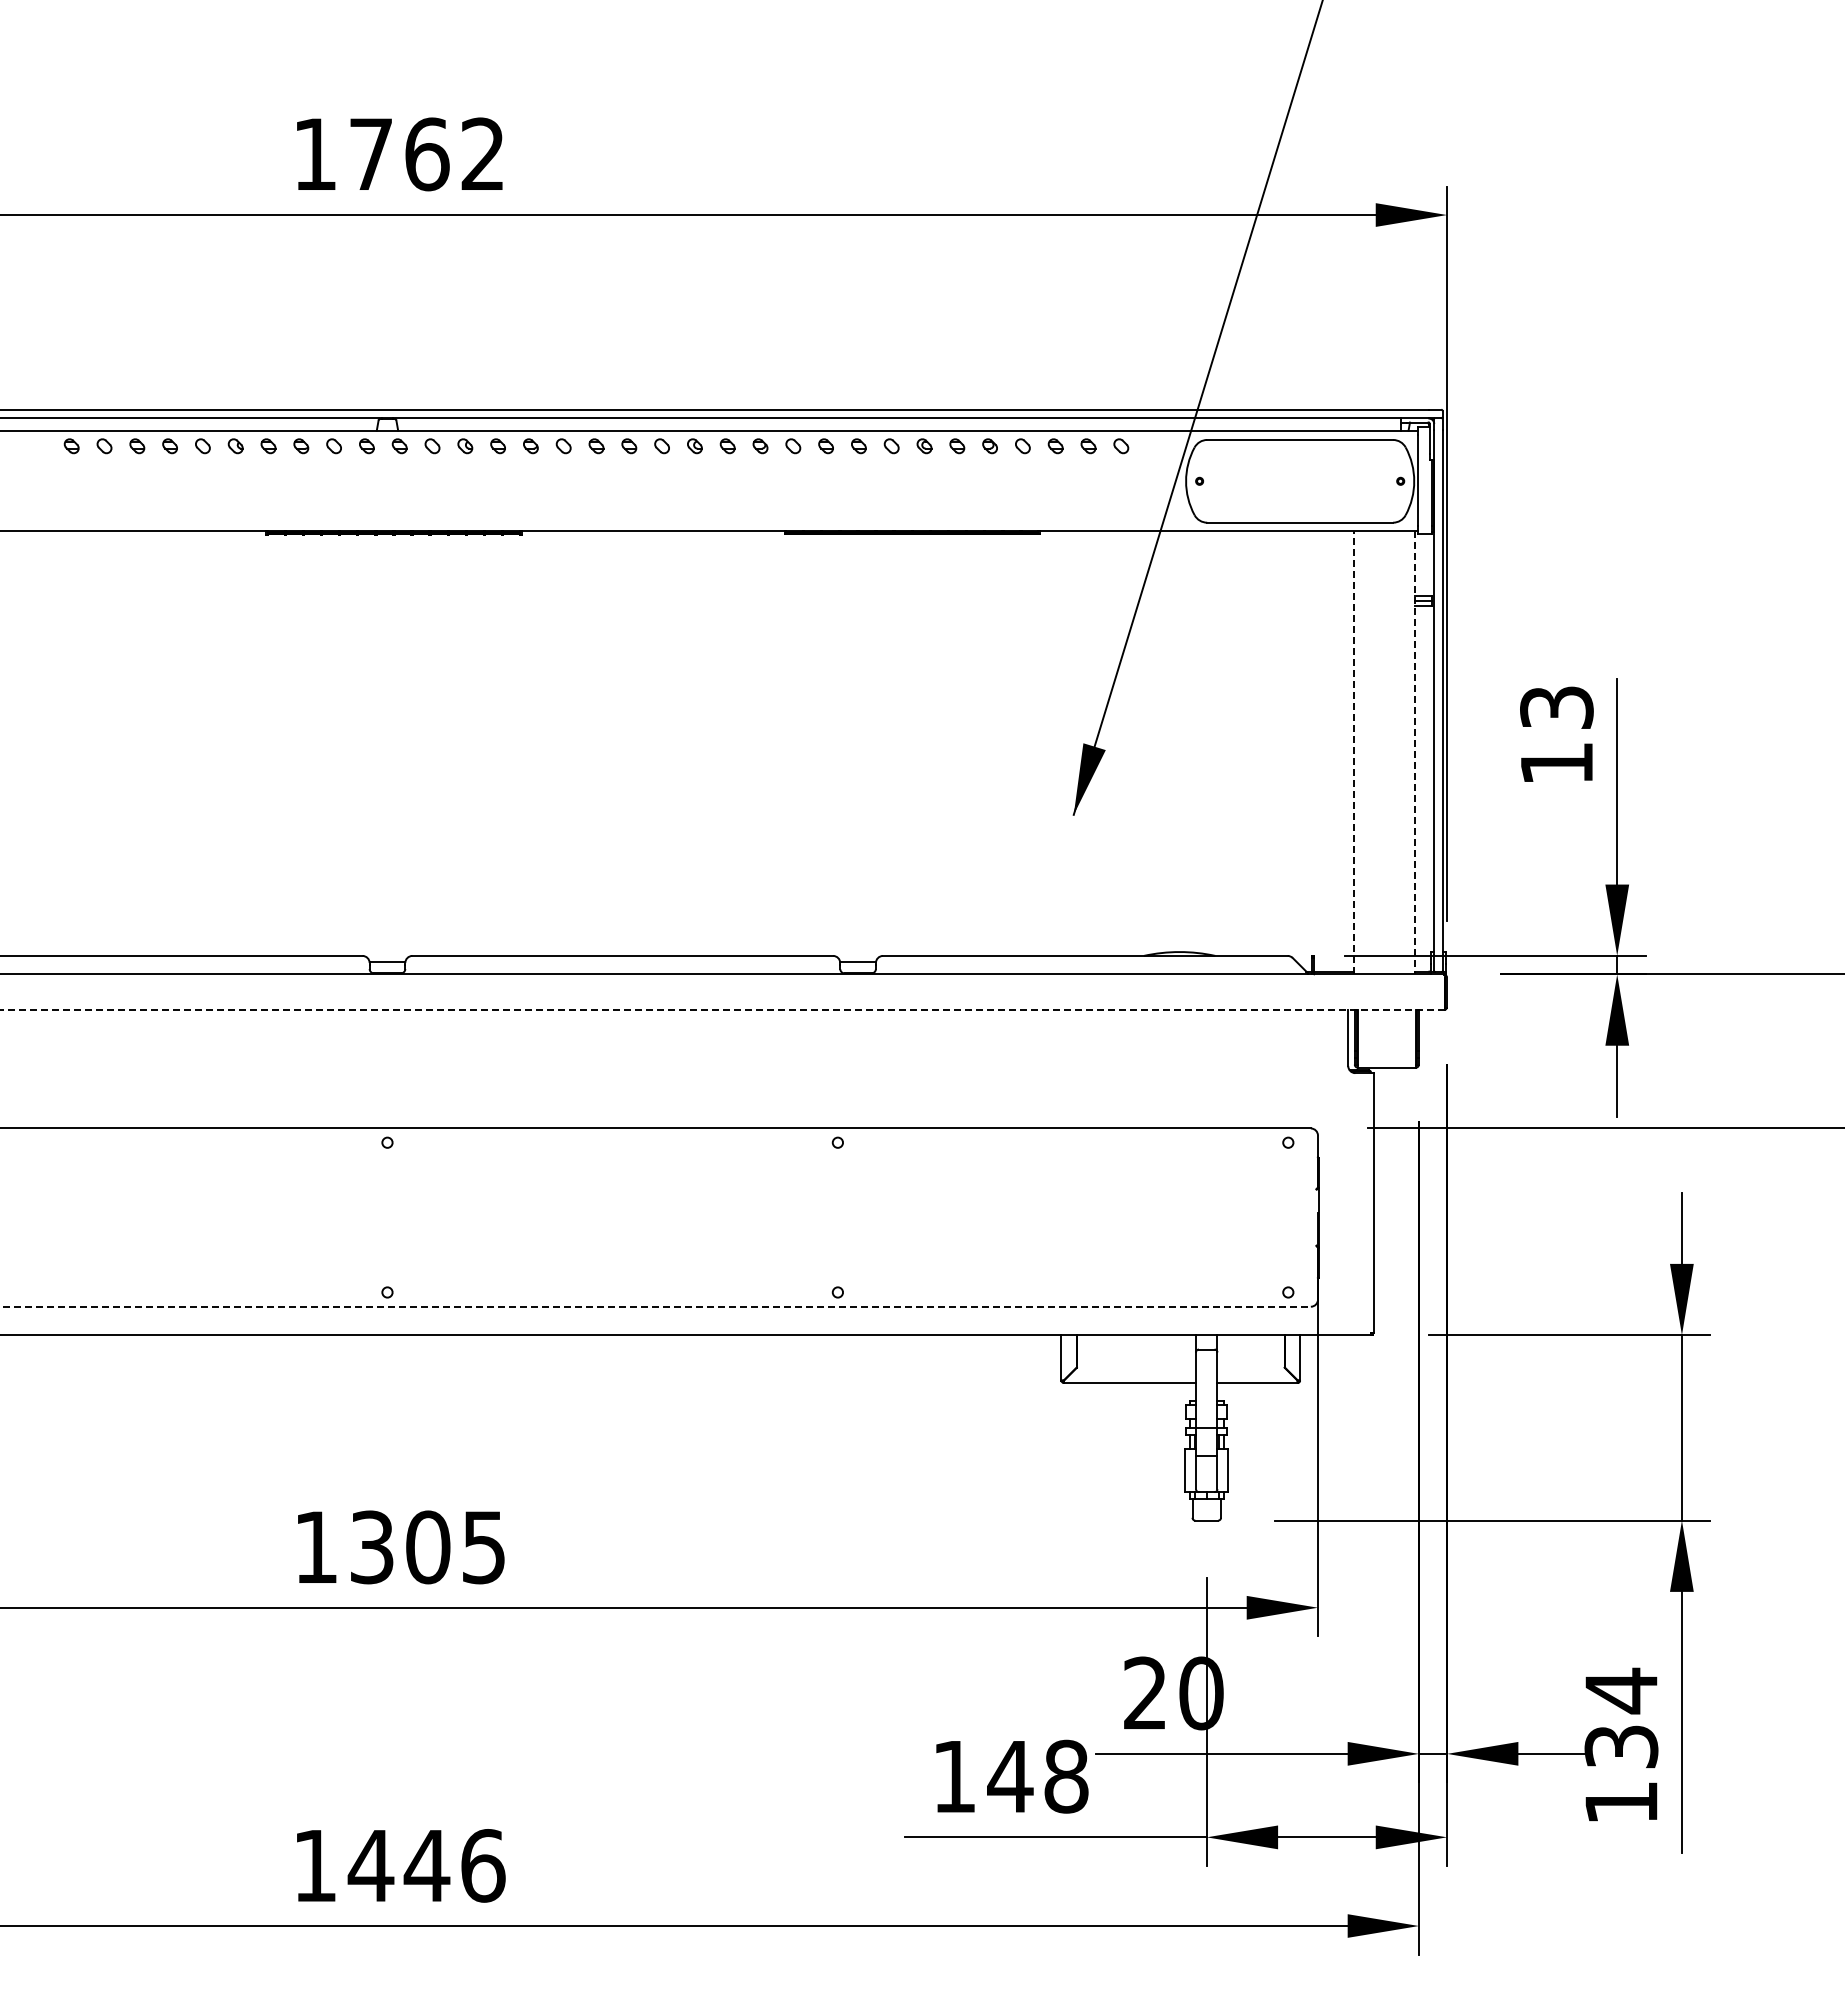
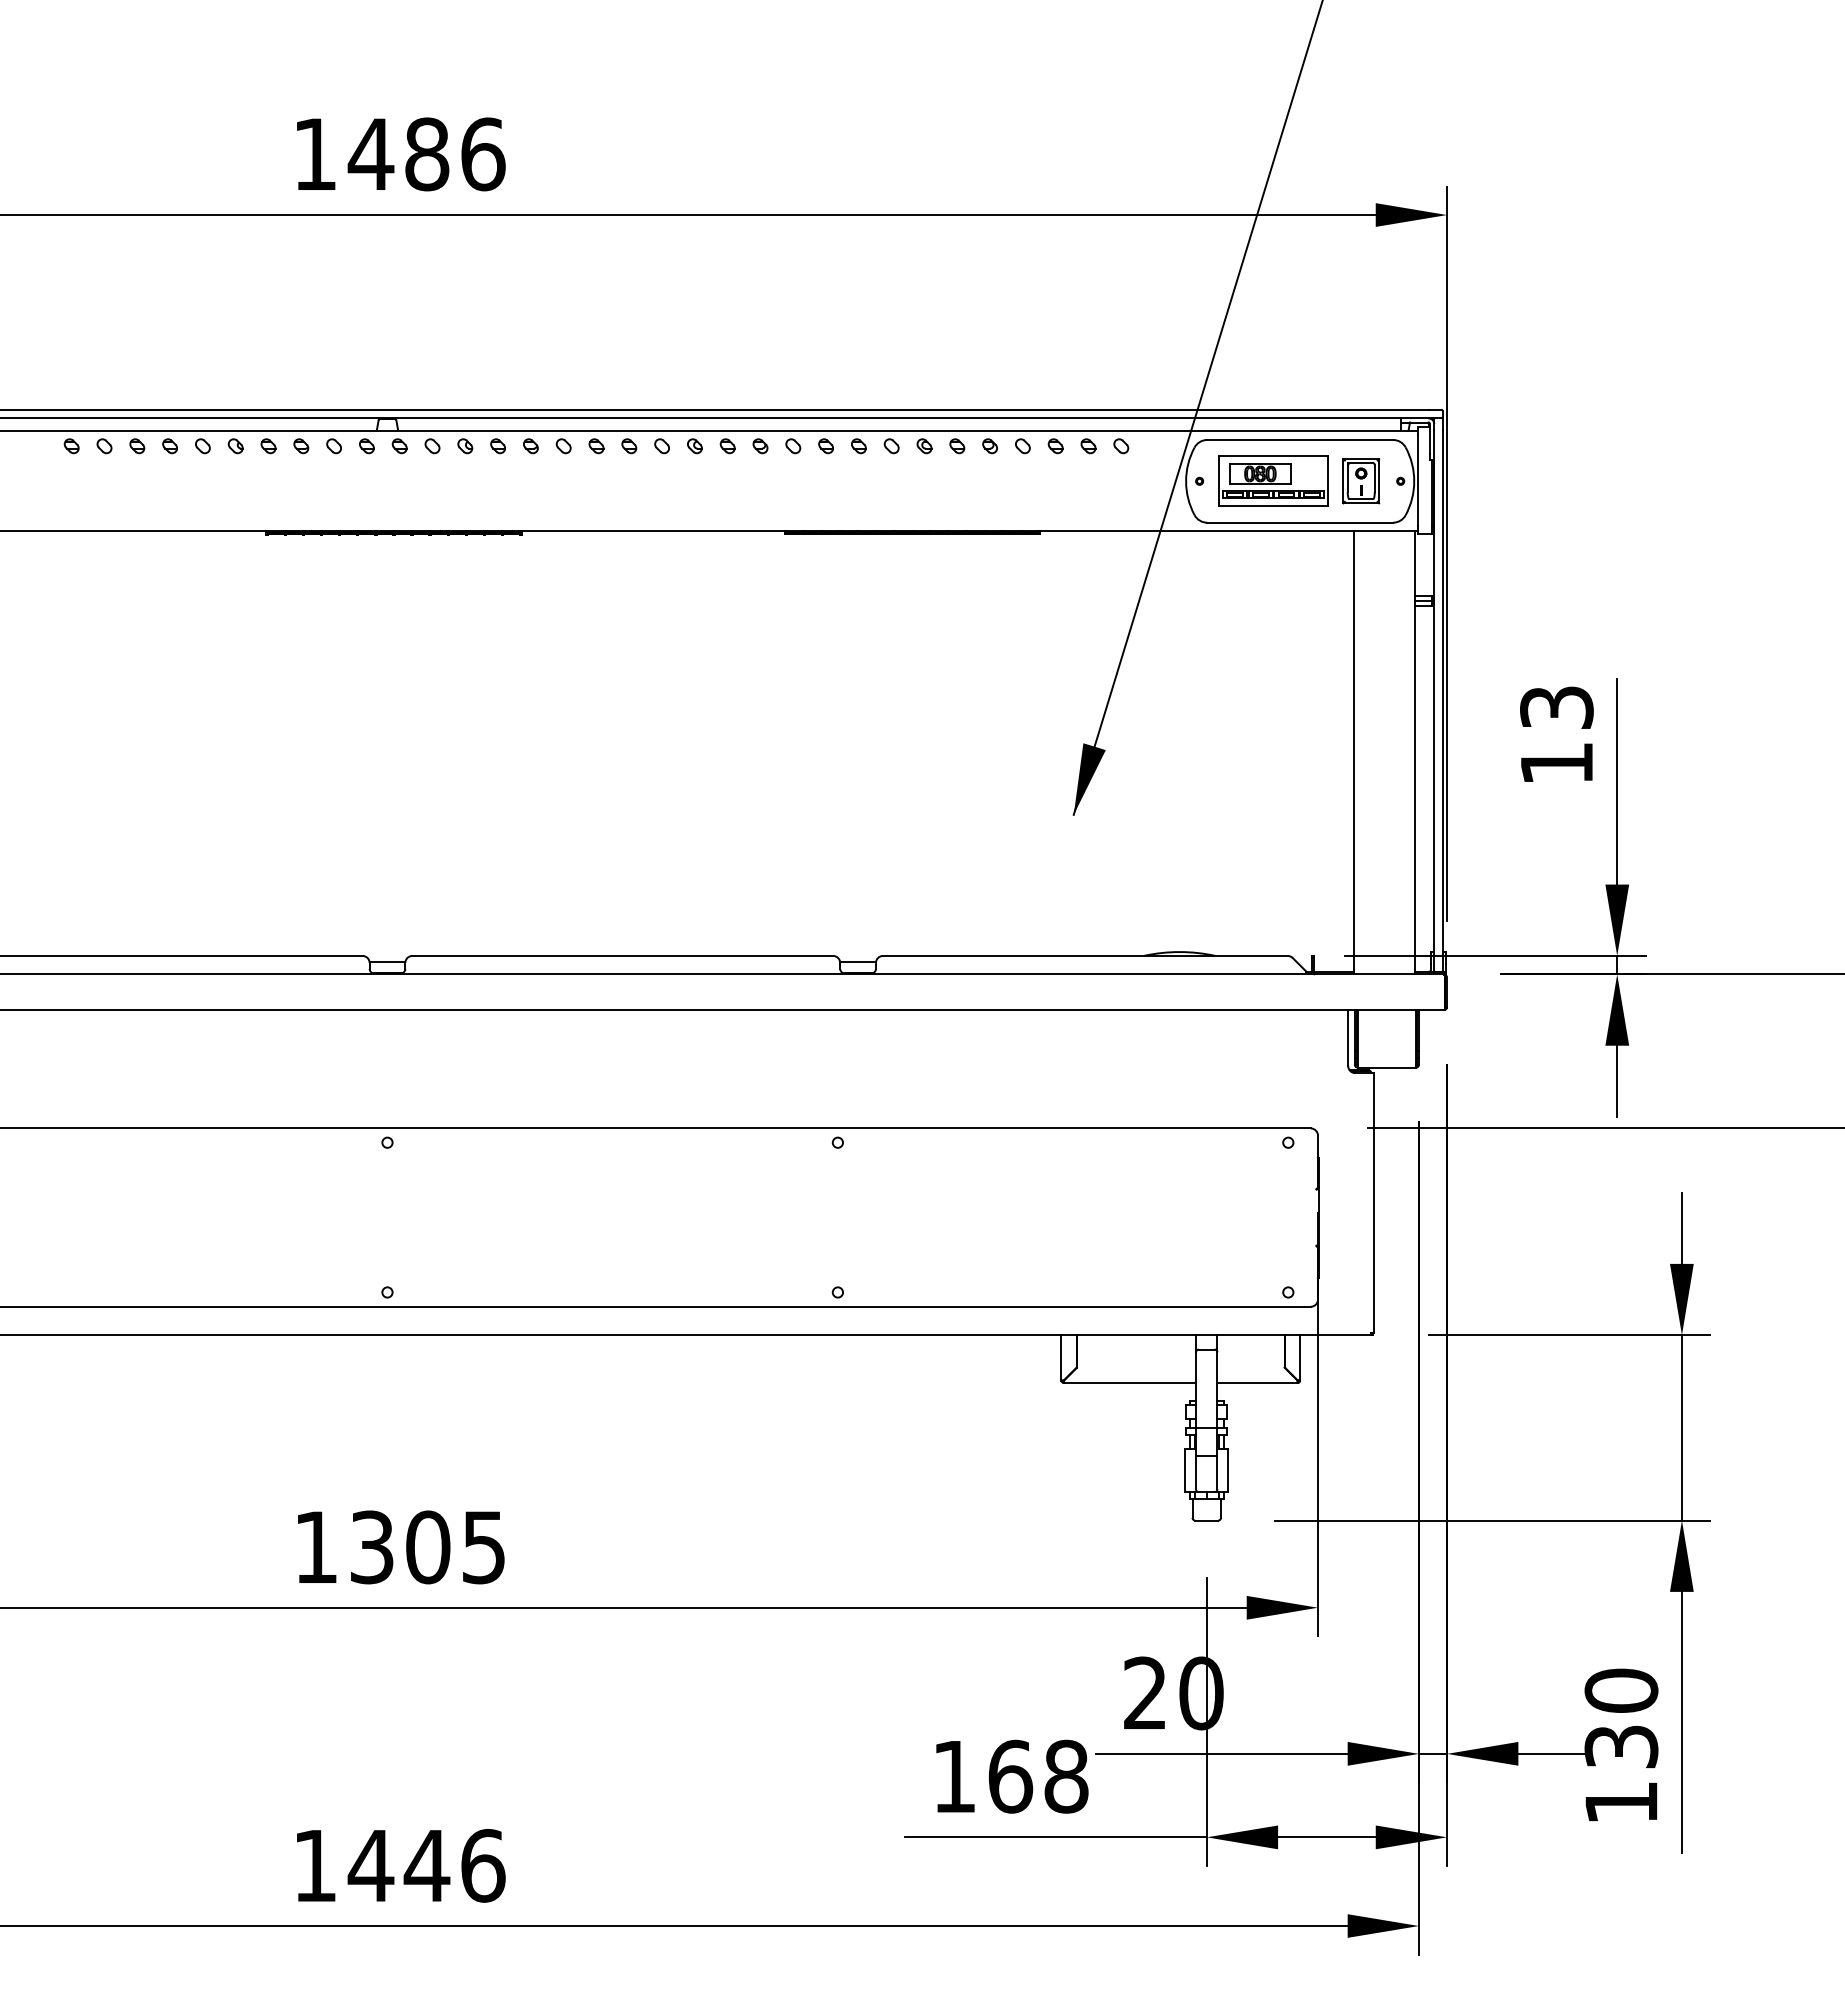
text at (426, 154): 1762 -> 1486
part at (1273, 480): none -> present
part at (1361, 481): none -> present
line at (1354, 752): dashed -> solid
line at (1415, 752): dashed -> solid
line at (722, 1010): dashed -> solid
line at (655, 1306): dashed -> solid
text at (1621, 1690): 134 -> 130
text at (1010, 1776): 148 -> 168
